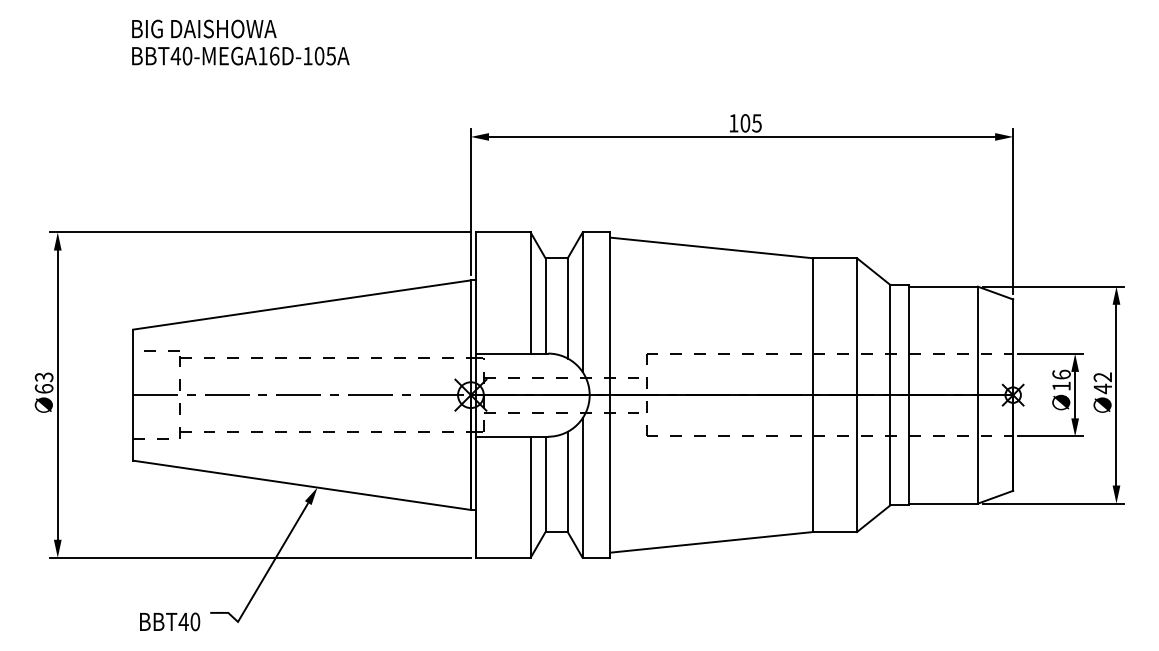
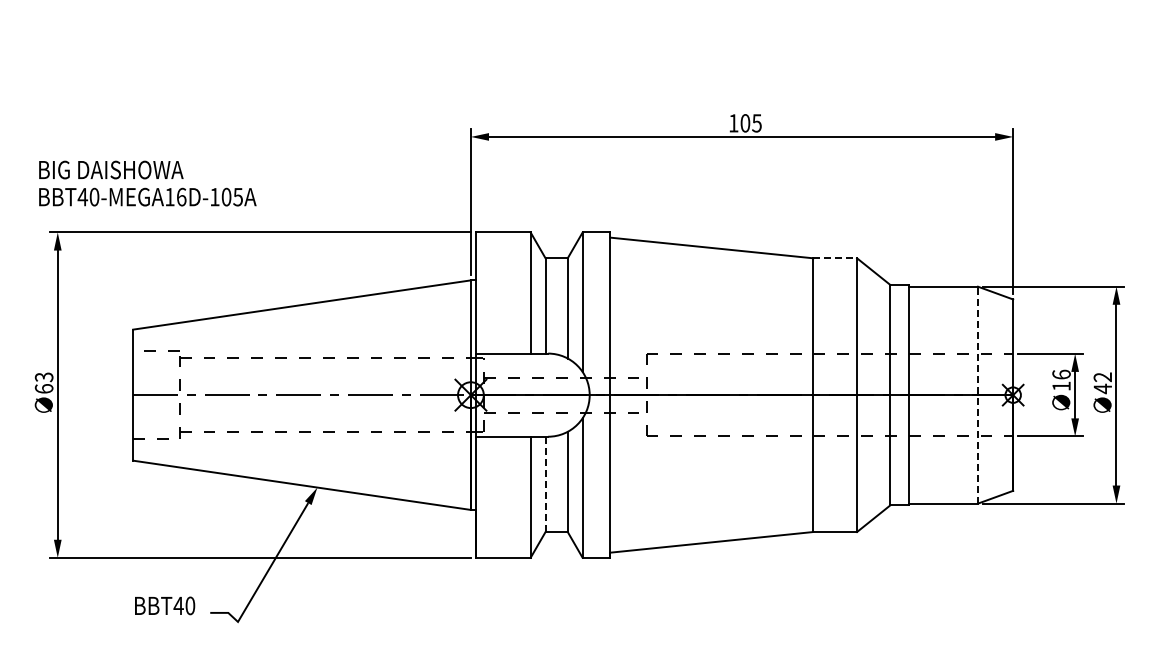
text at (240, 42) position: (240, 42) -> (147, 183)
line at (835, 258): solid -> dashed
line at (978, 394): solid -> dashed
line at (545, 484): solid -> dashed
text at (170, 621) position: (170, 621) -> (165, 605)
